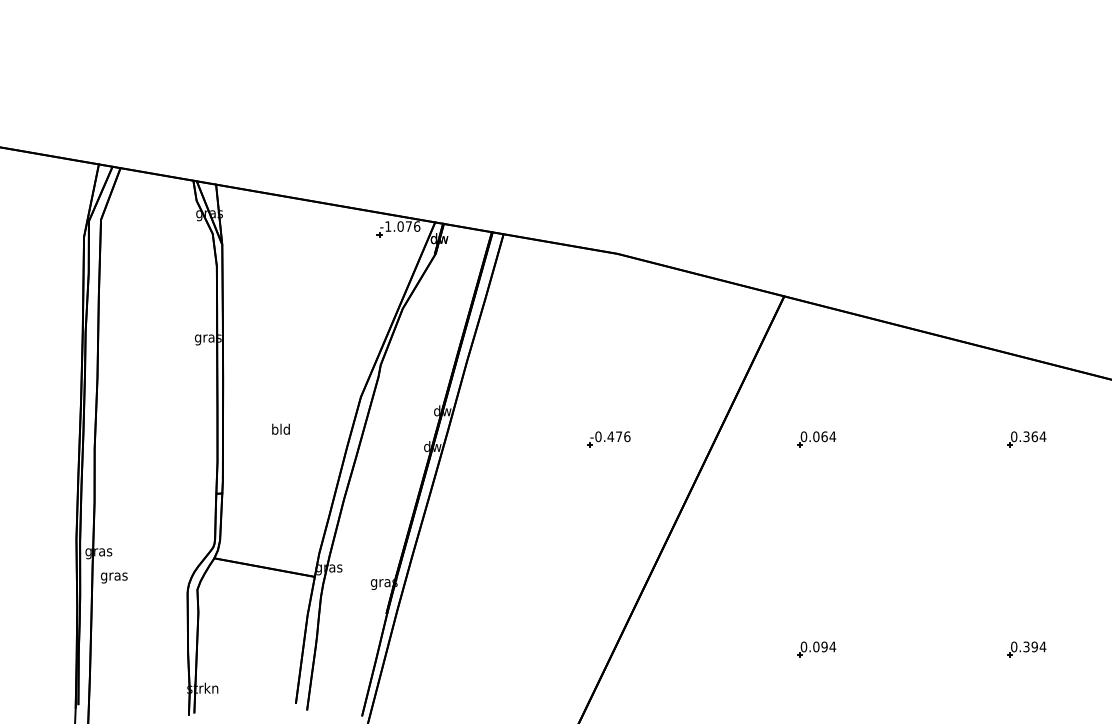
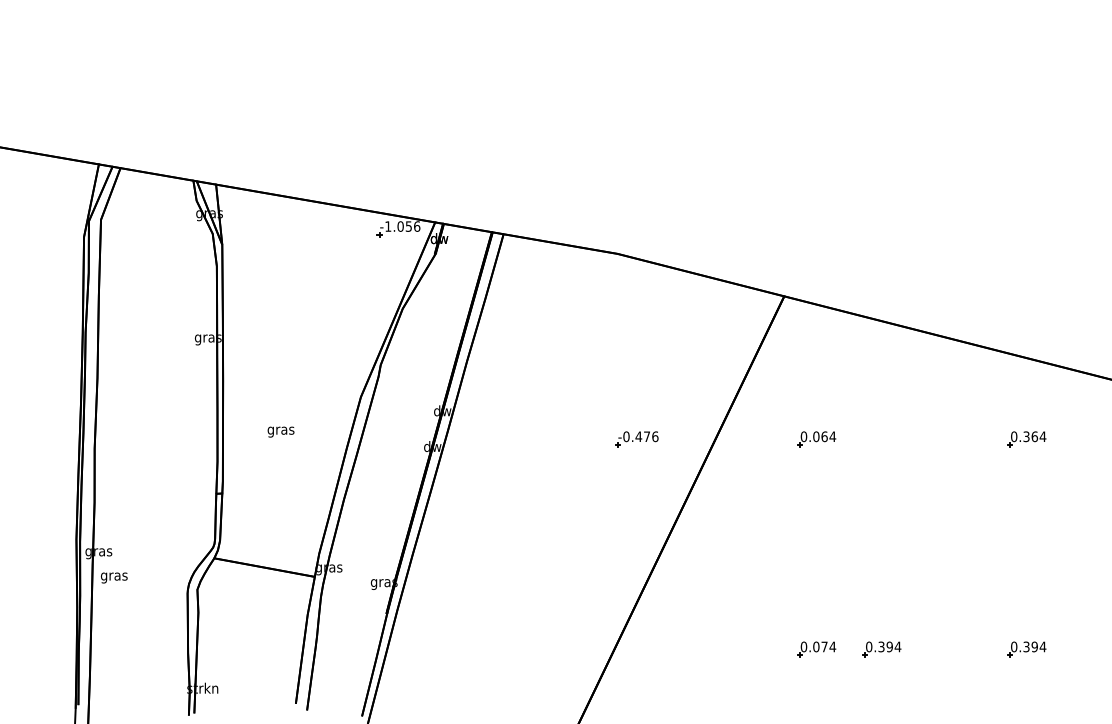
text at (408, 226): -1.076 -> -1.056
text at (280, 430): bld -> gras
part at (608, 439) position: (608, 439) -> (636, 439)
text at (824, 646): 0.094 -> 0.074
part at (881, 649): none -> present
